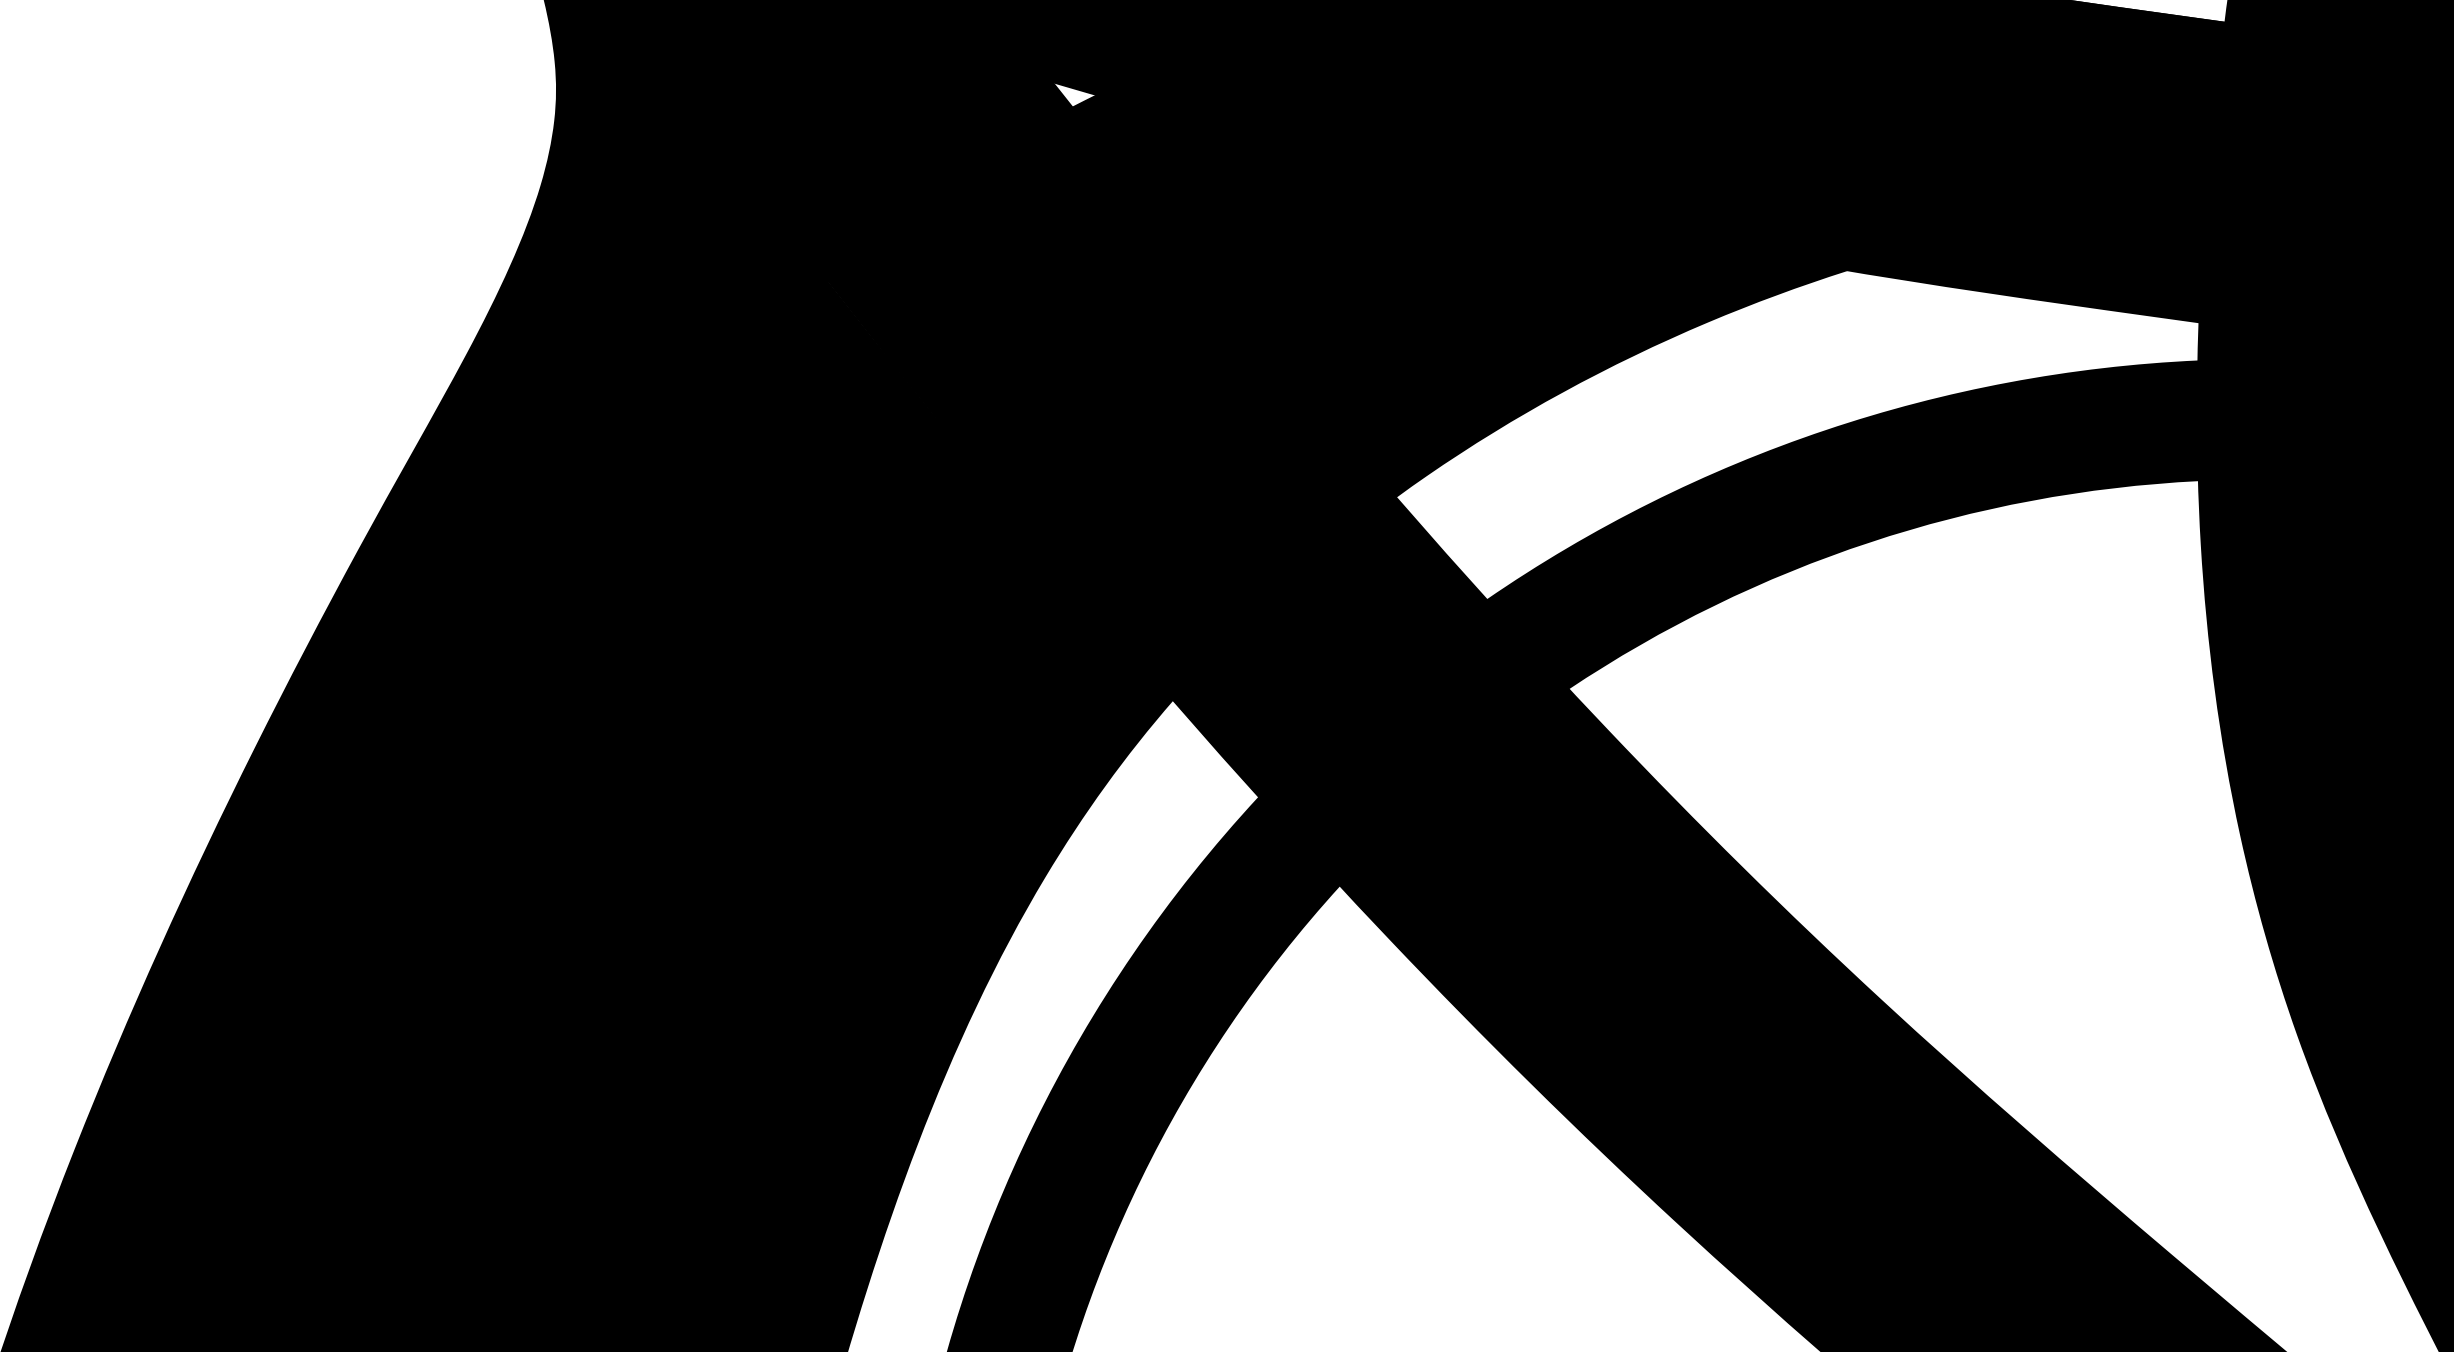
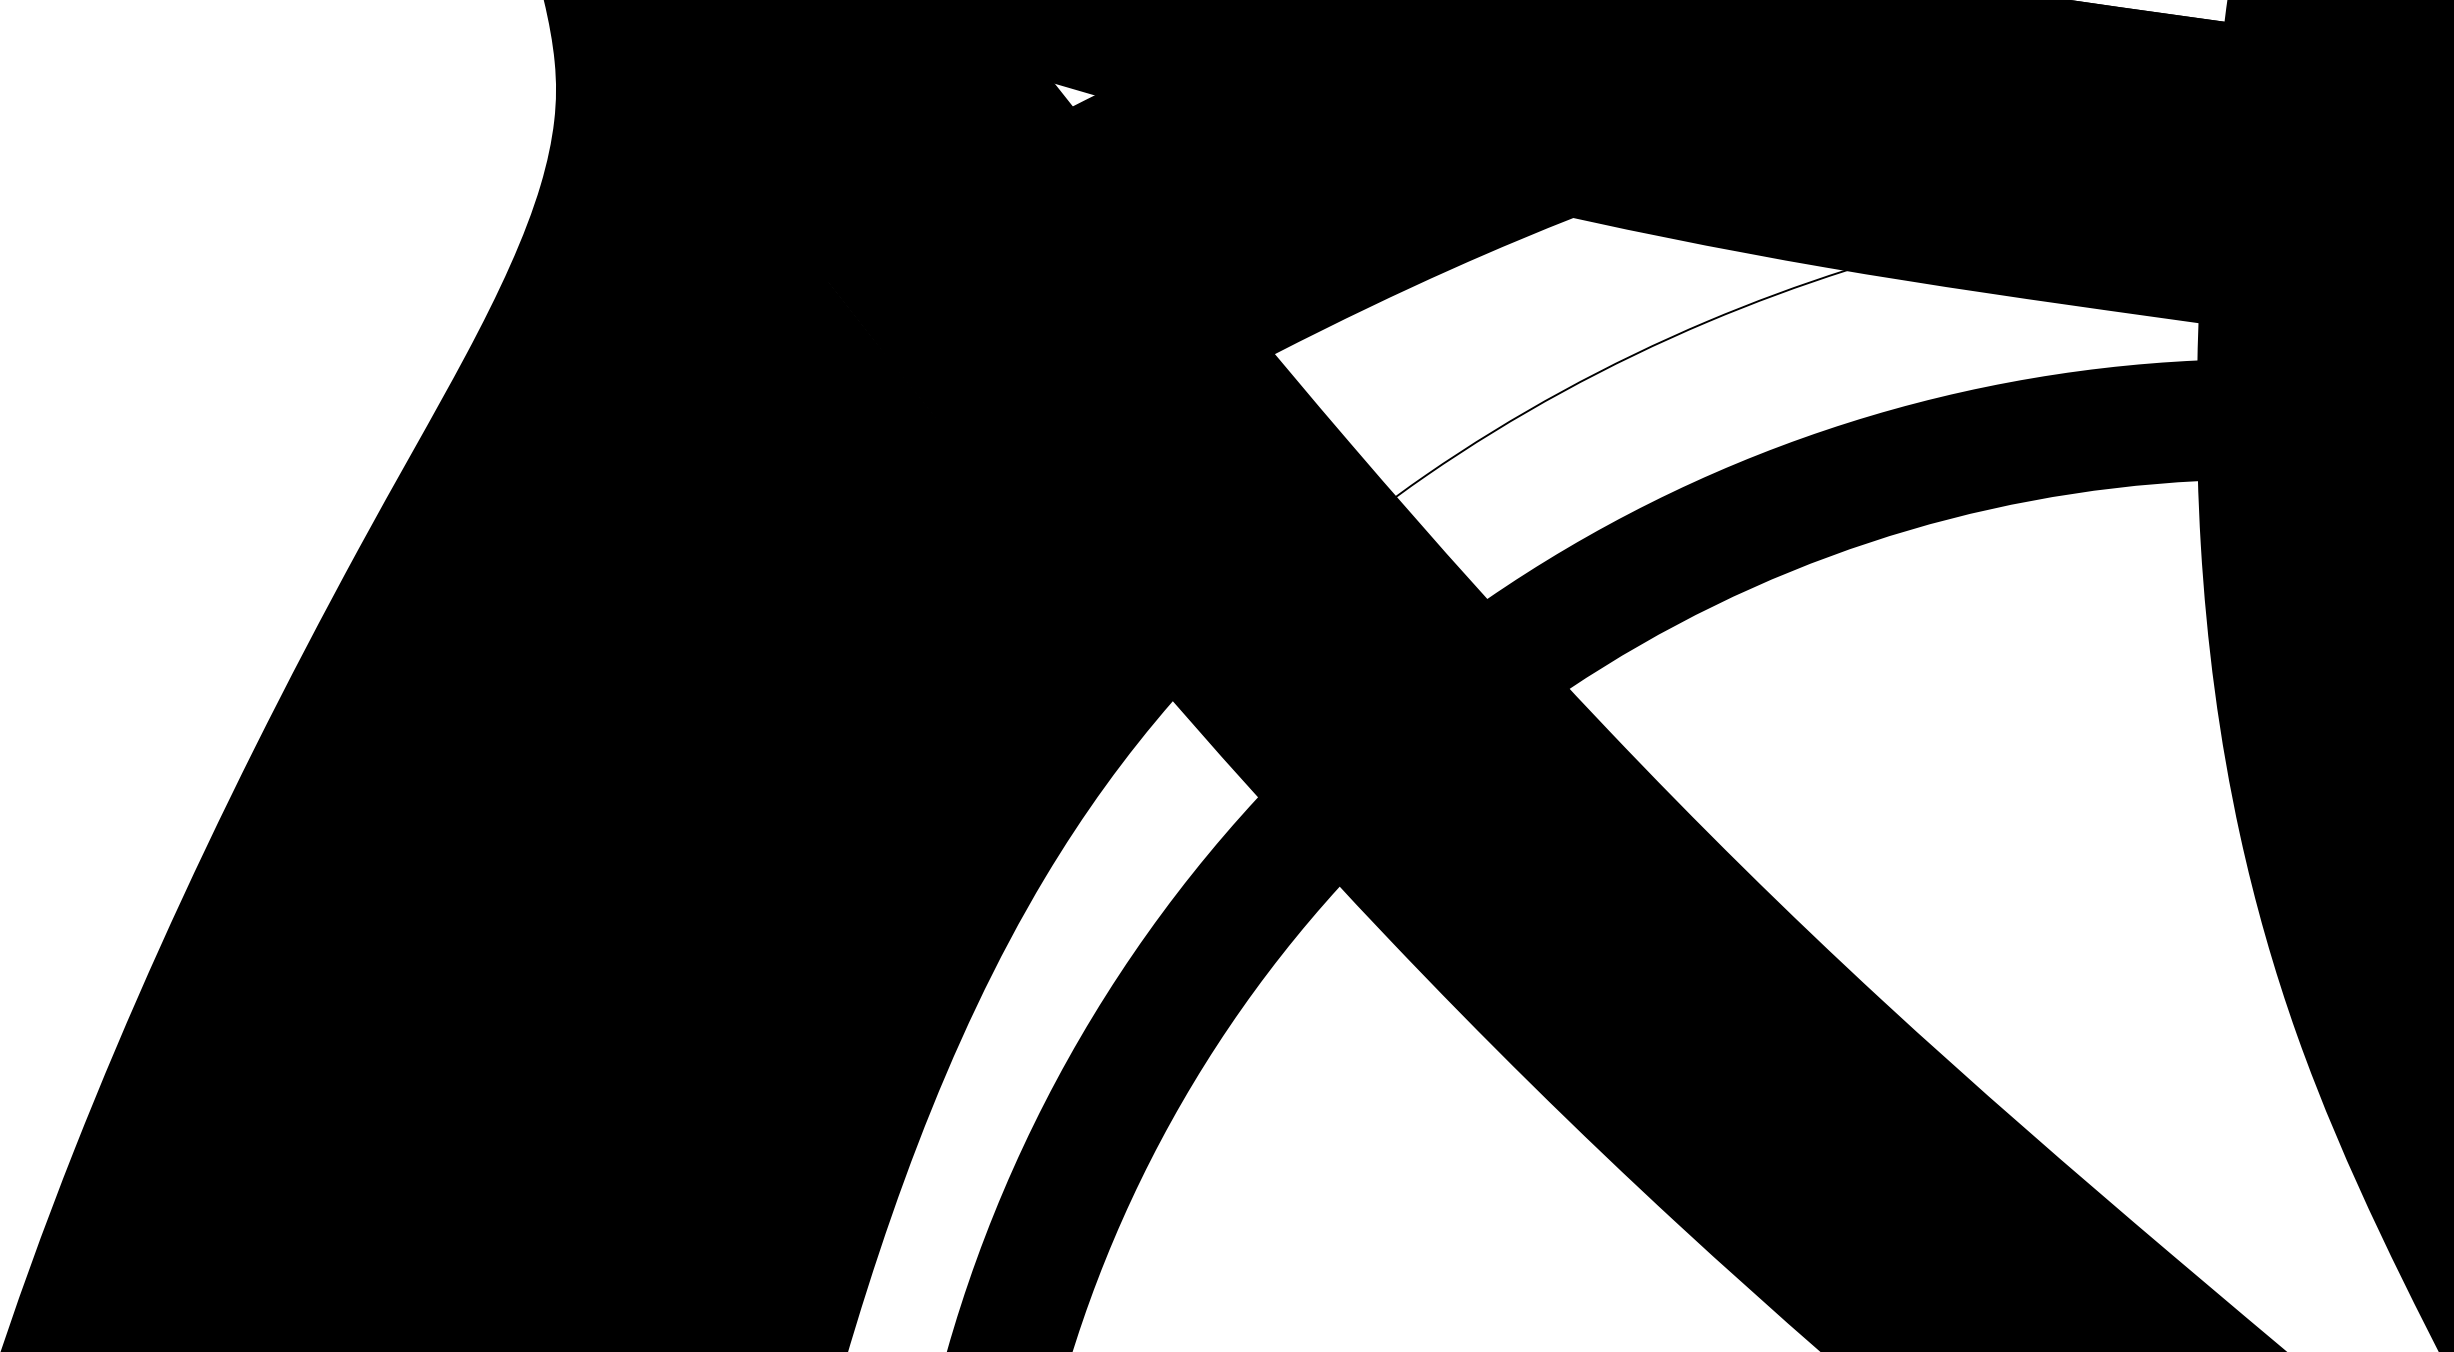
fill at (1559, 357): present -> none
